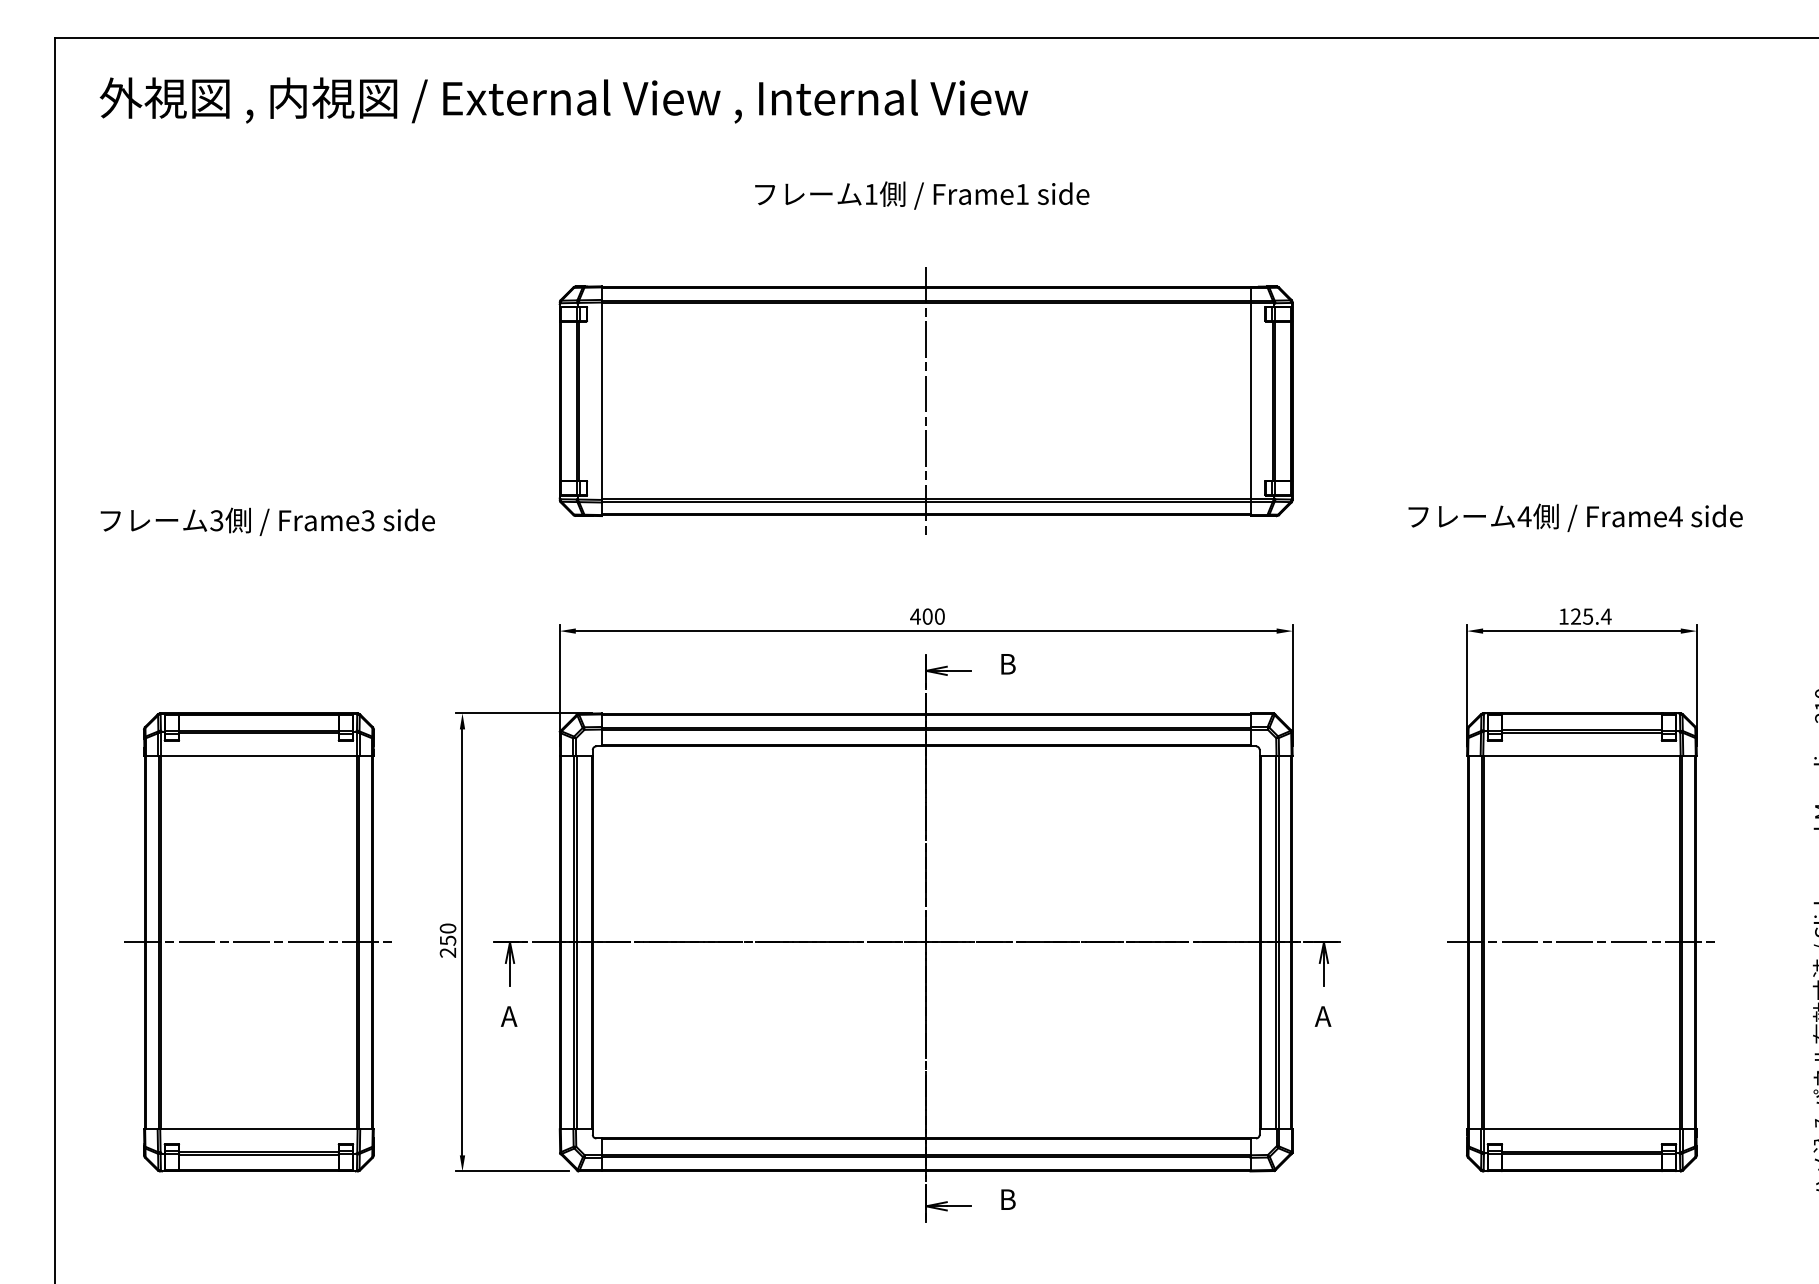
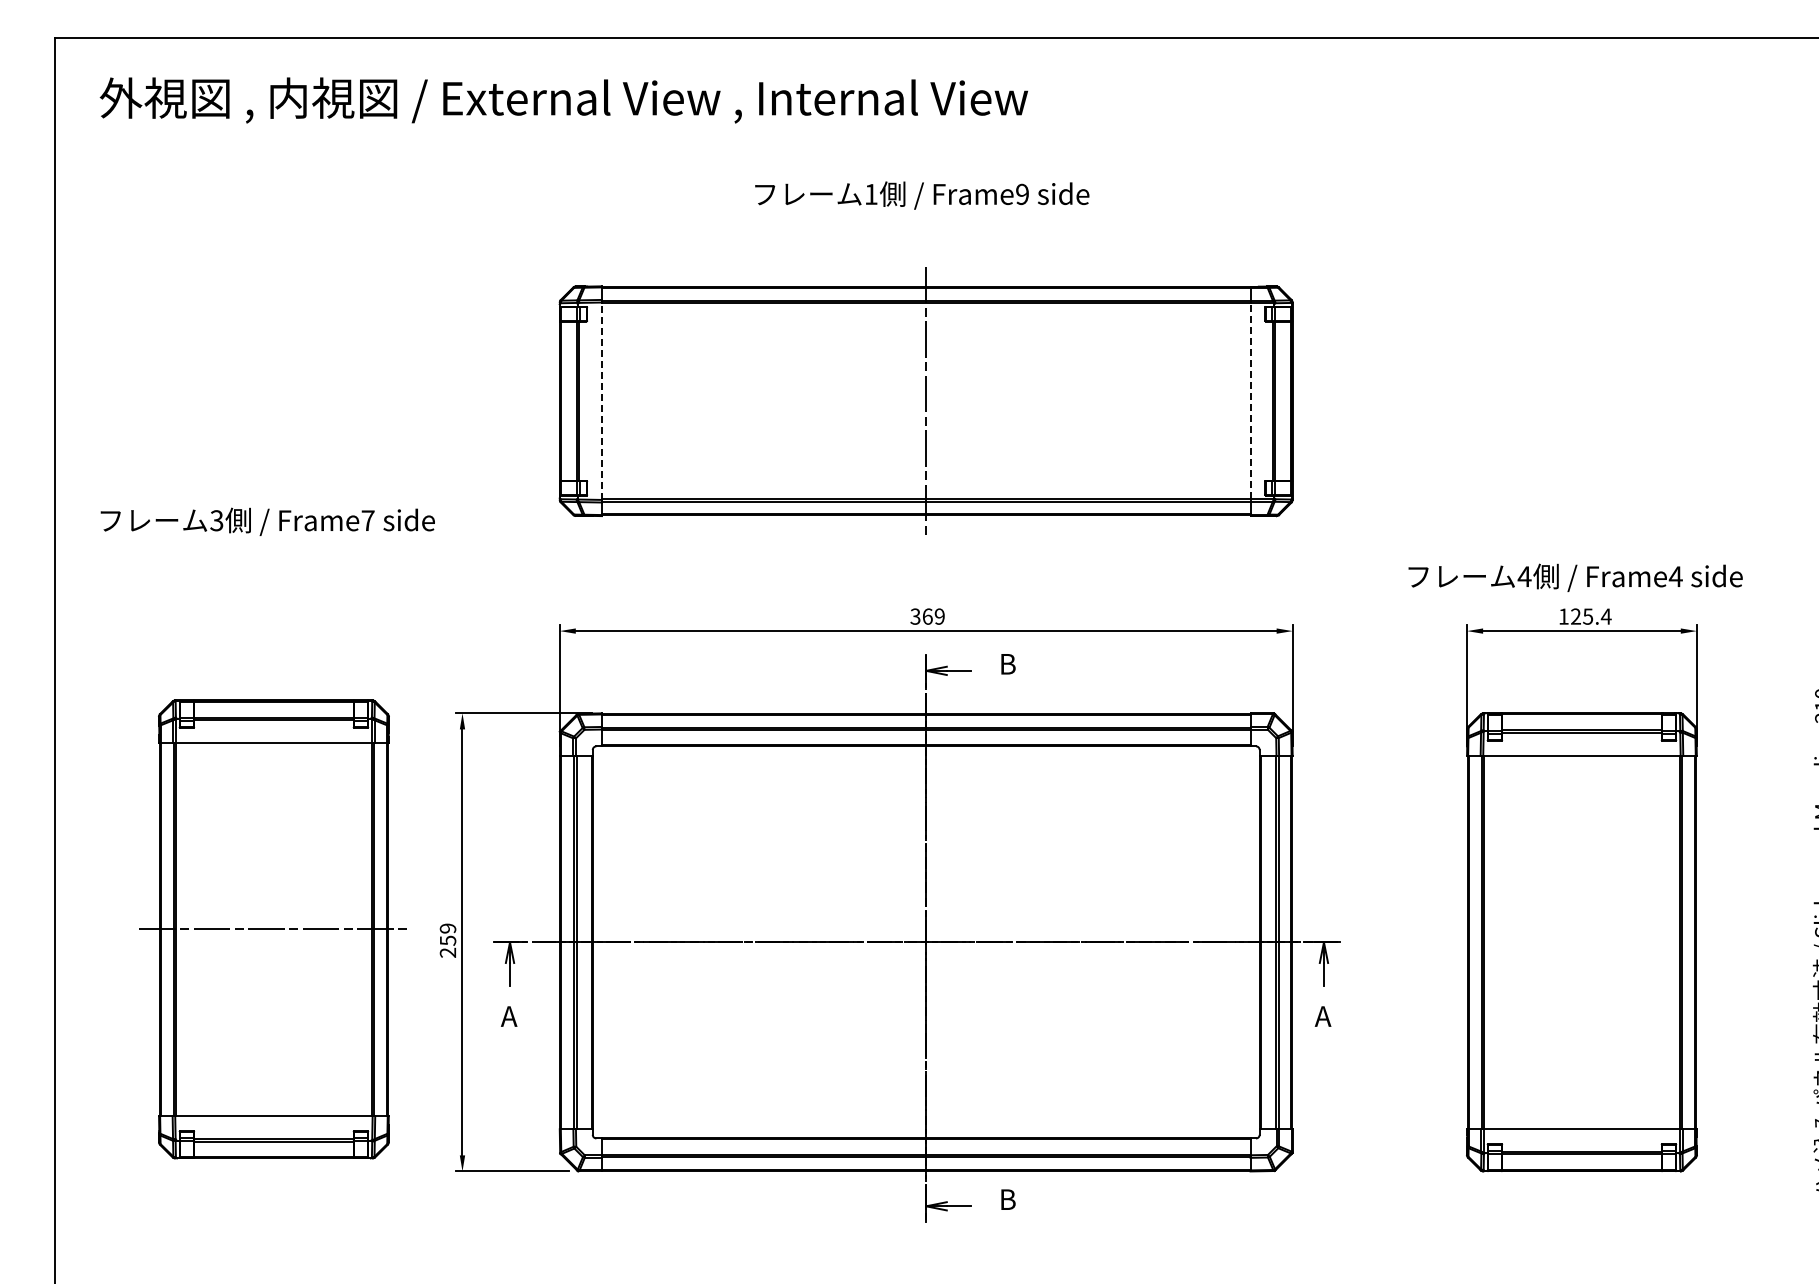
text at (1022, 194): Frame1 -> Frame9
line at (601, 401): solid -> dashed
line at (1250, 401): solid -> dashed
text at (1575, 517) position: (1575, 517) -> (1575, 577)
text at (367, 520): Frame3 -> Frame7
text at (927, 616): 400 -> 369
text at (448, 928): 250 -> 259
part at (257, 942) position: (257, 942) -> (272, 929)
line at (1581, 942): present -> none
